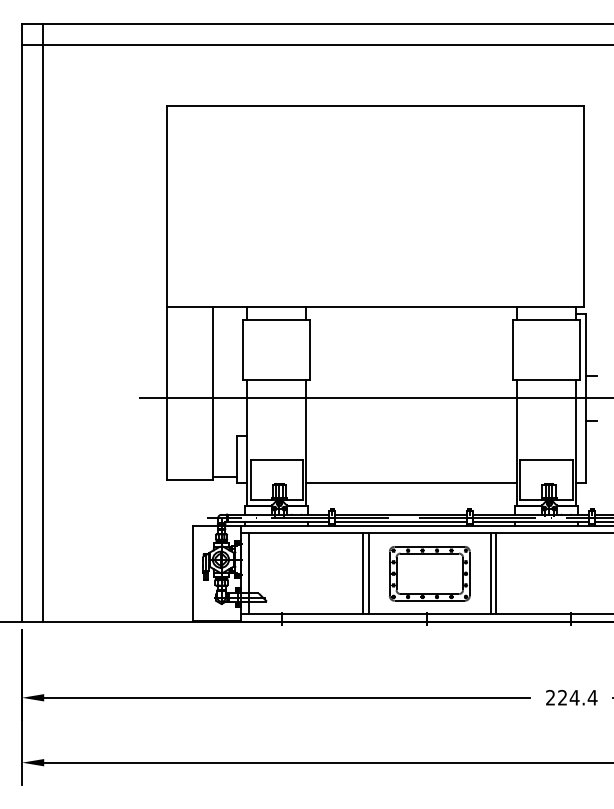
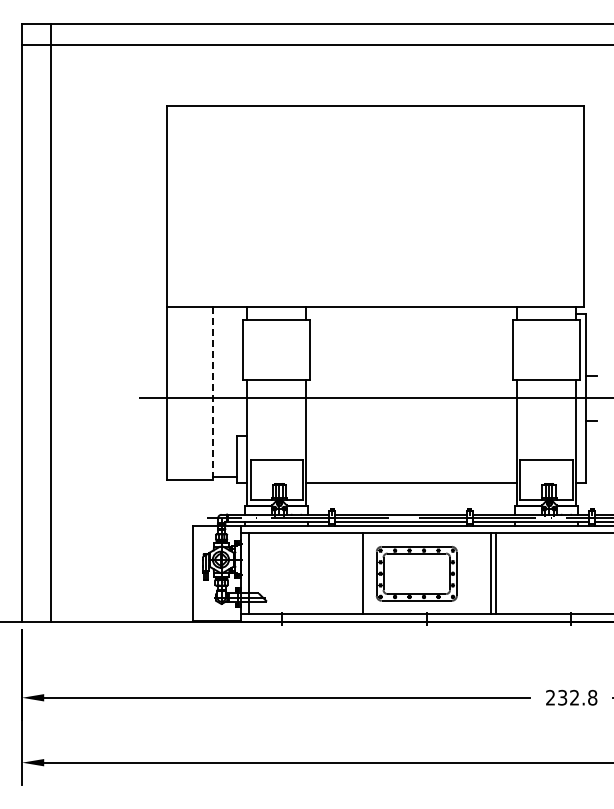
line at (43, 323) position: (43, 323) -> (51, 323)
line at (213, 393): solid -> dashed
line at (369, 573): present -> none
part at (429, 573) position: (429, 573) -> (416, 573)
text at (577, 697): 224.4 -> 232.8
